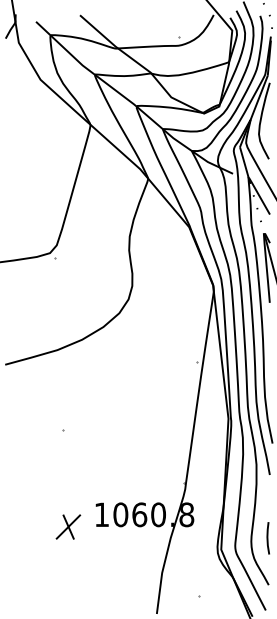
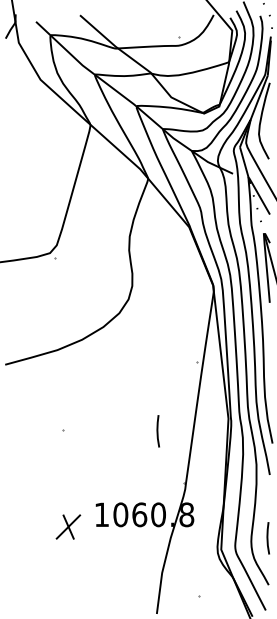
line at (157, 431): none -> present
